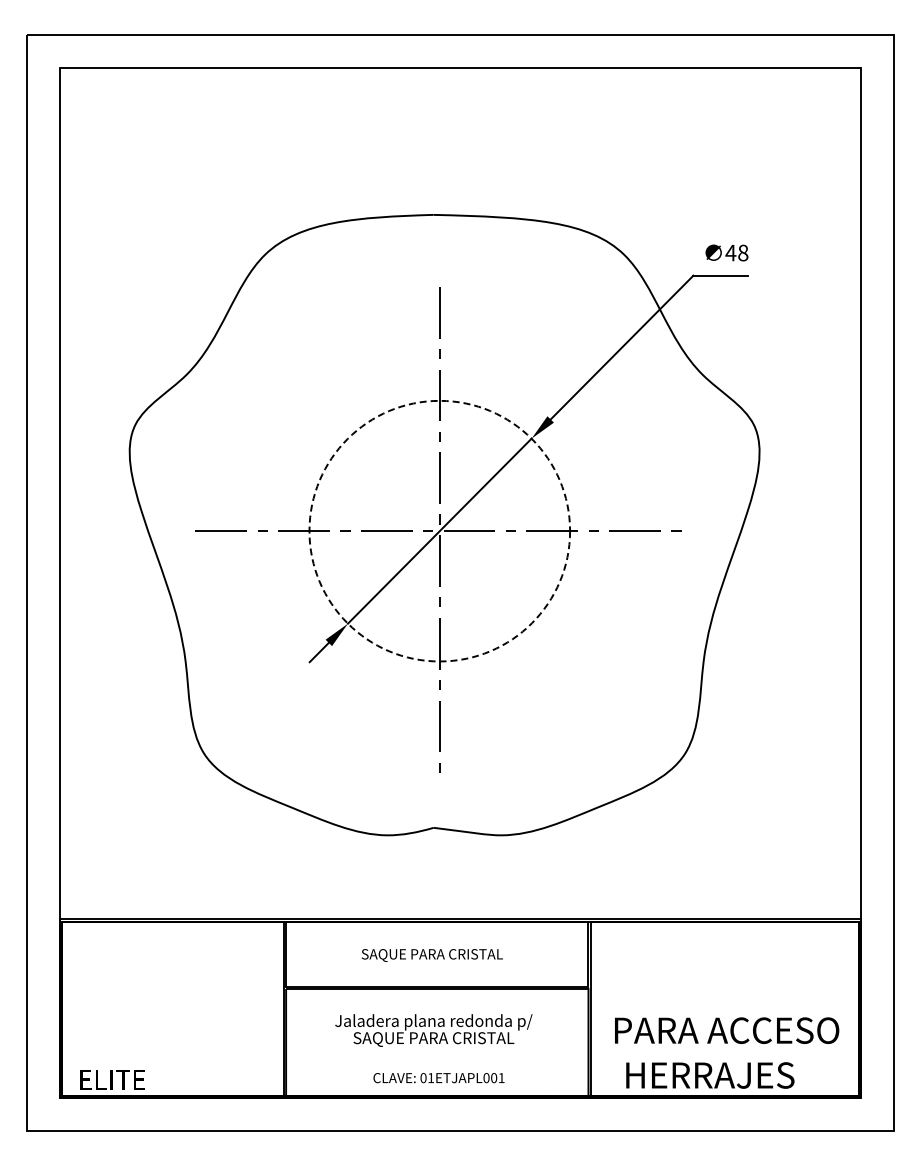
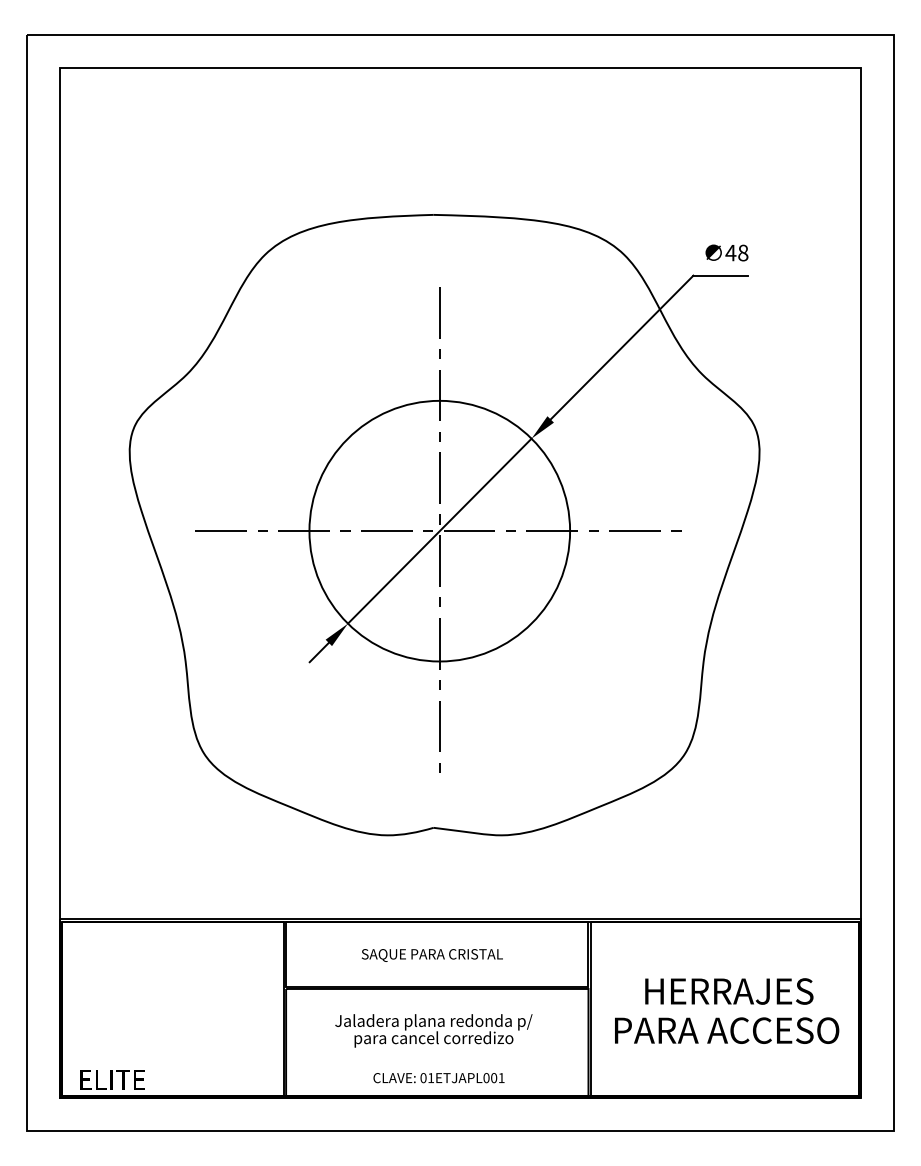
circle at (439, 530): dashed -> solid
text at (433, 1039): SAQUE PARA CRISTAL -> para cancel corredizo
text at (710, 1075) position: (710, 1075) -> (729, 991)
